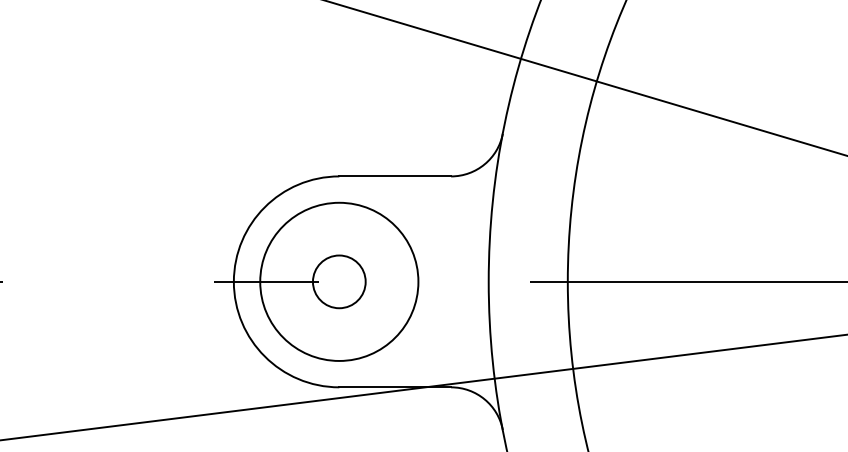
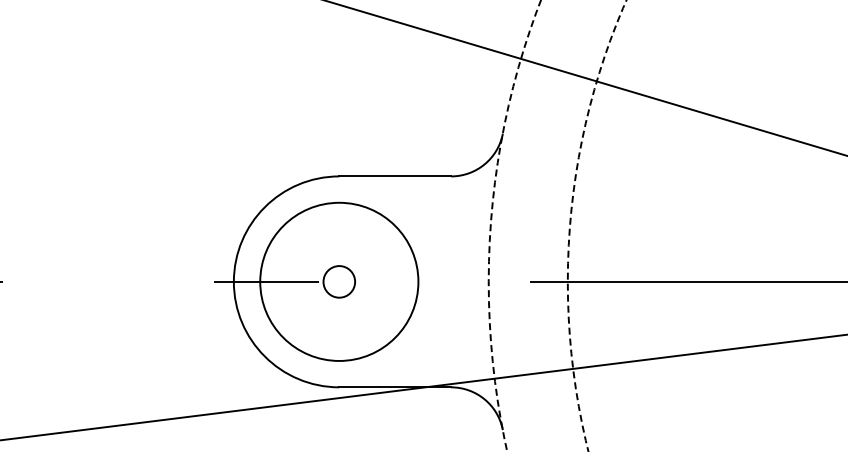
circle at (514, 225): solid -> dashed
circle at (596, 225): solid -> dashed
circle at (338, 281) diameter: 53 px -> 32 px
